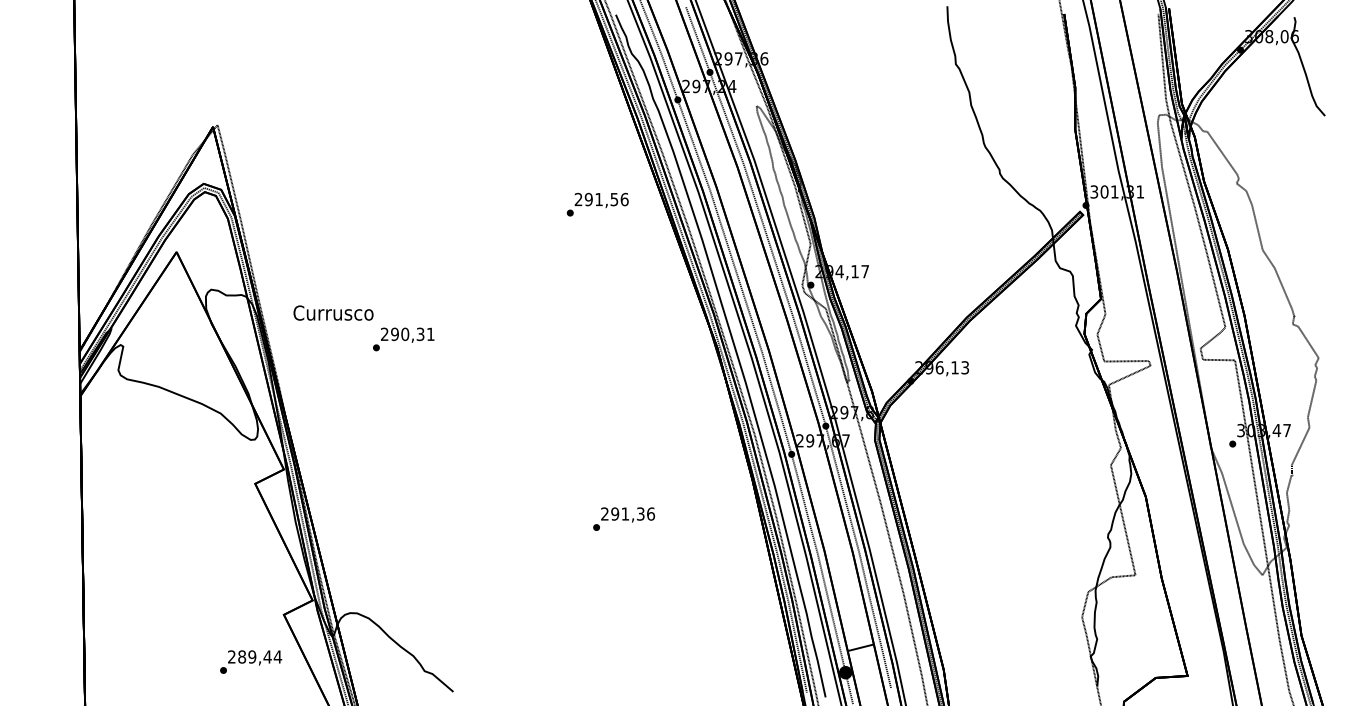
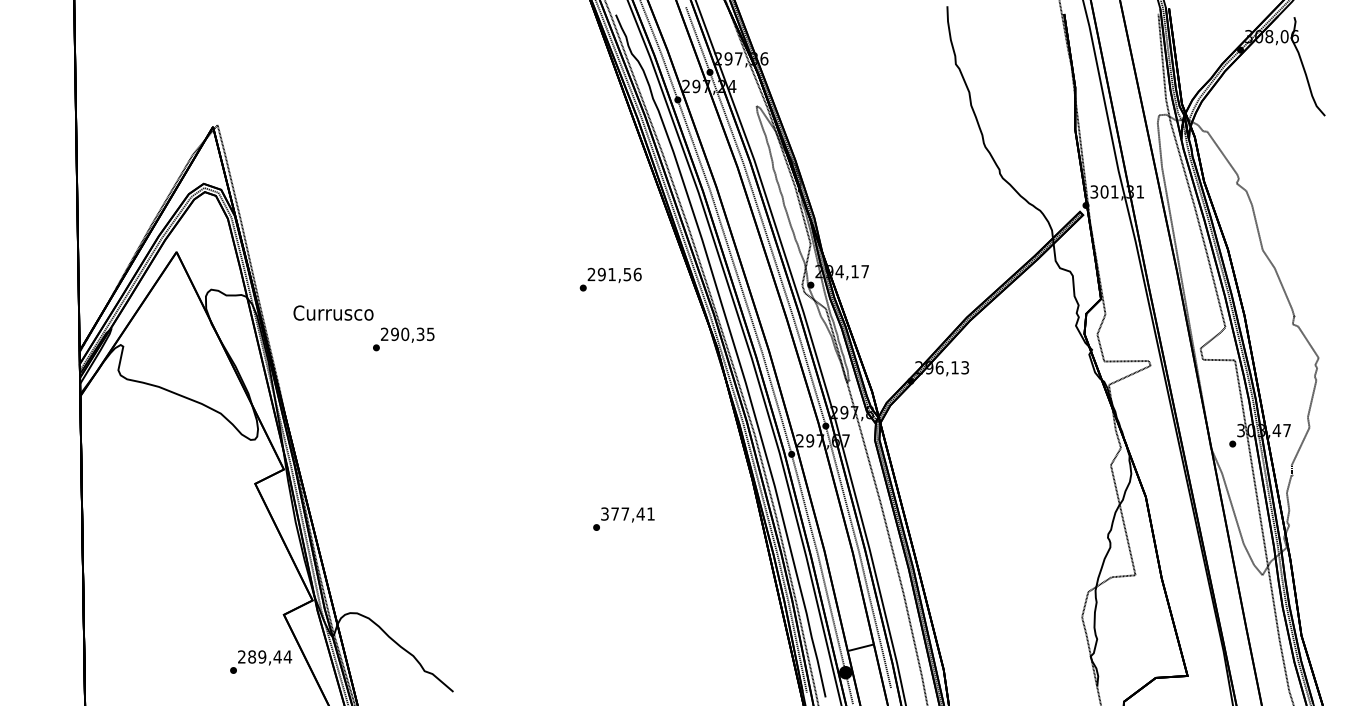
text at (597, 204) position: (597, 204) -> (610, 279)
text at (430, 334): 290,31 -> 290,35
text at (628, 513): 291,36 -> 377,41
text at (251, 661) position: (251, 661) -> (261, 661)
